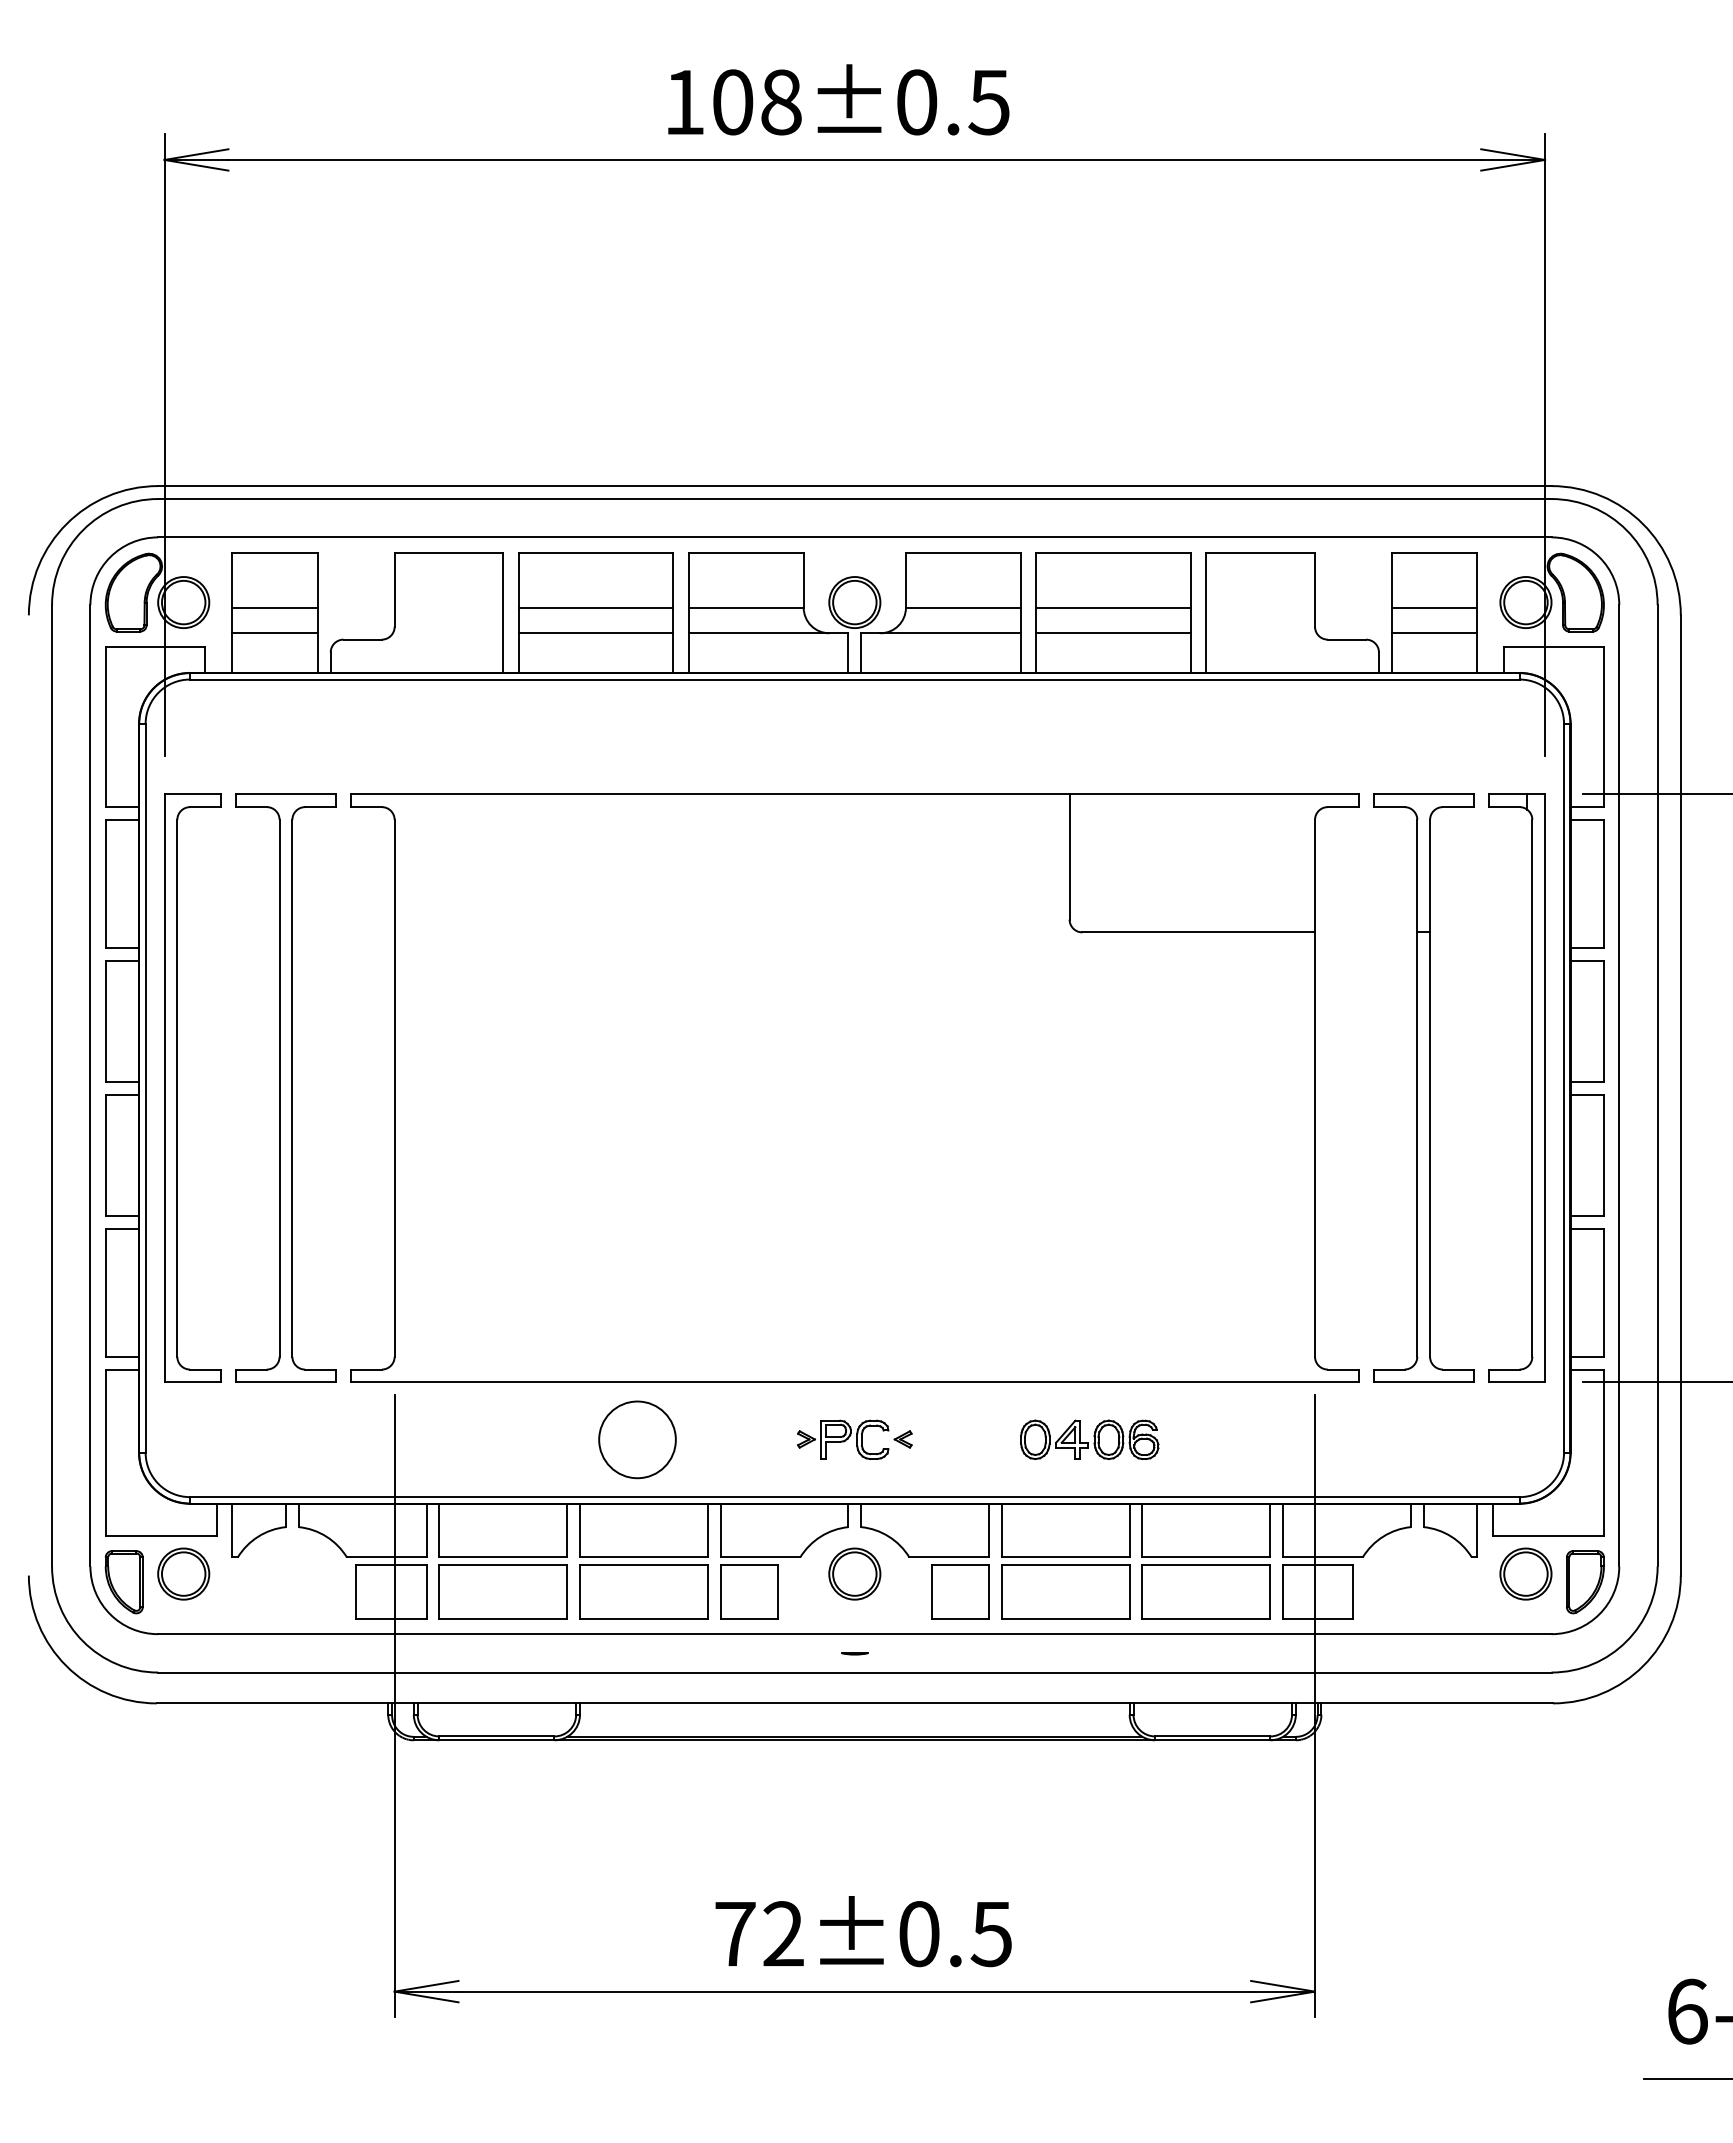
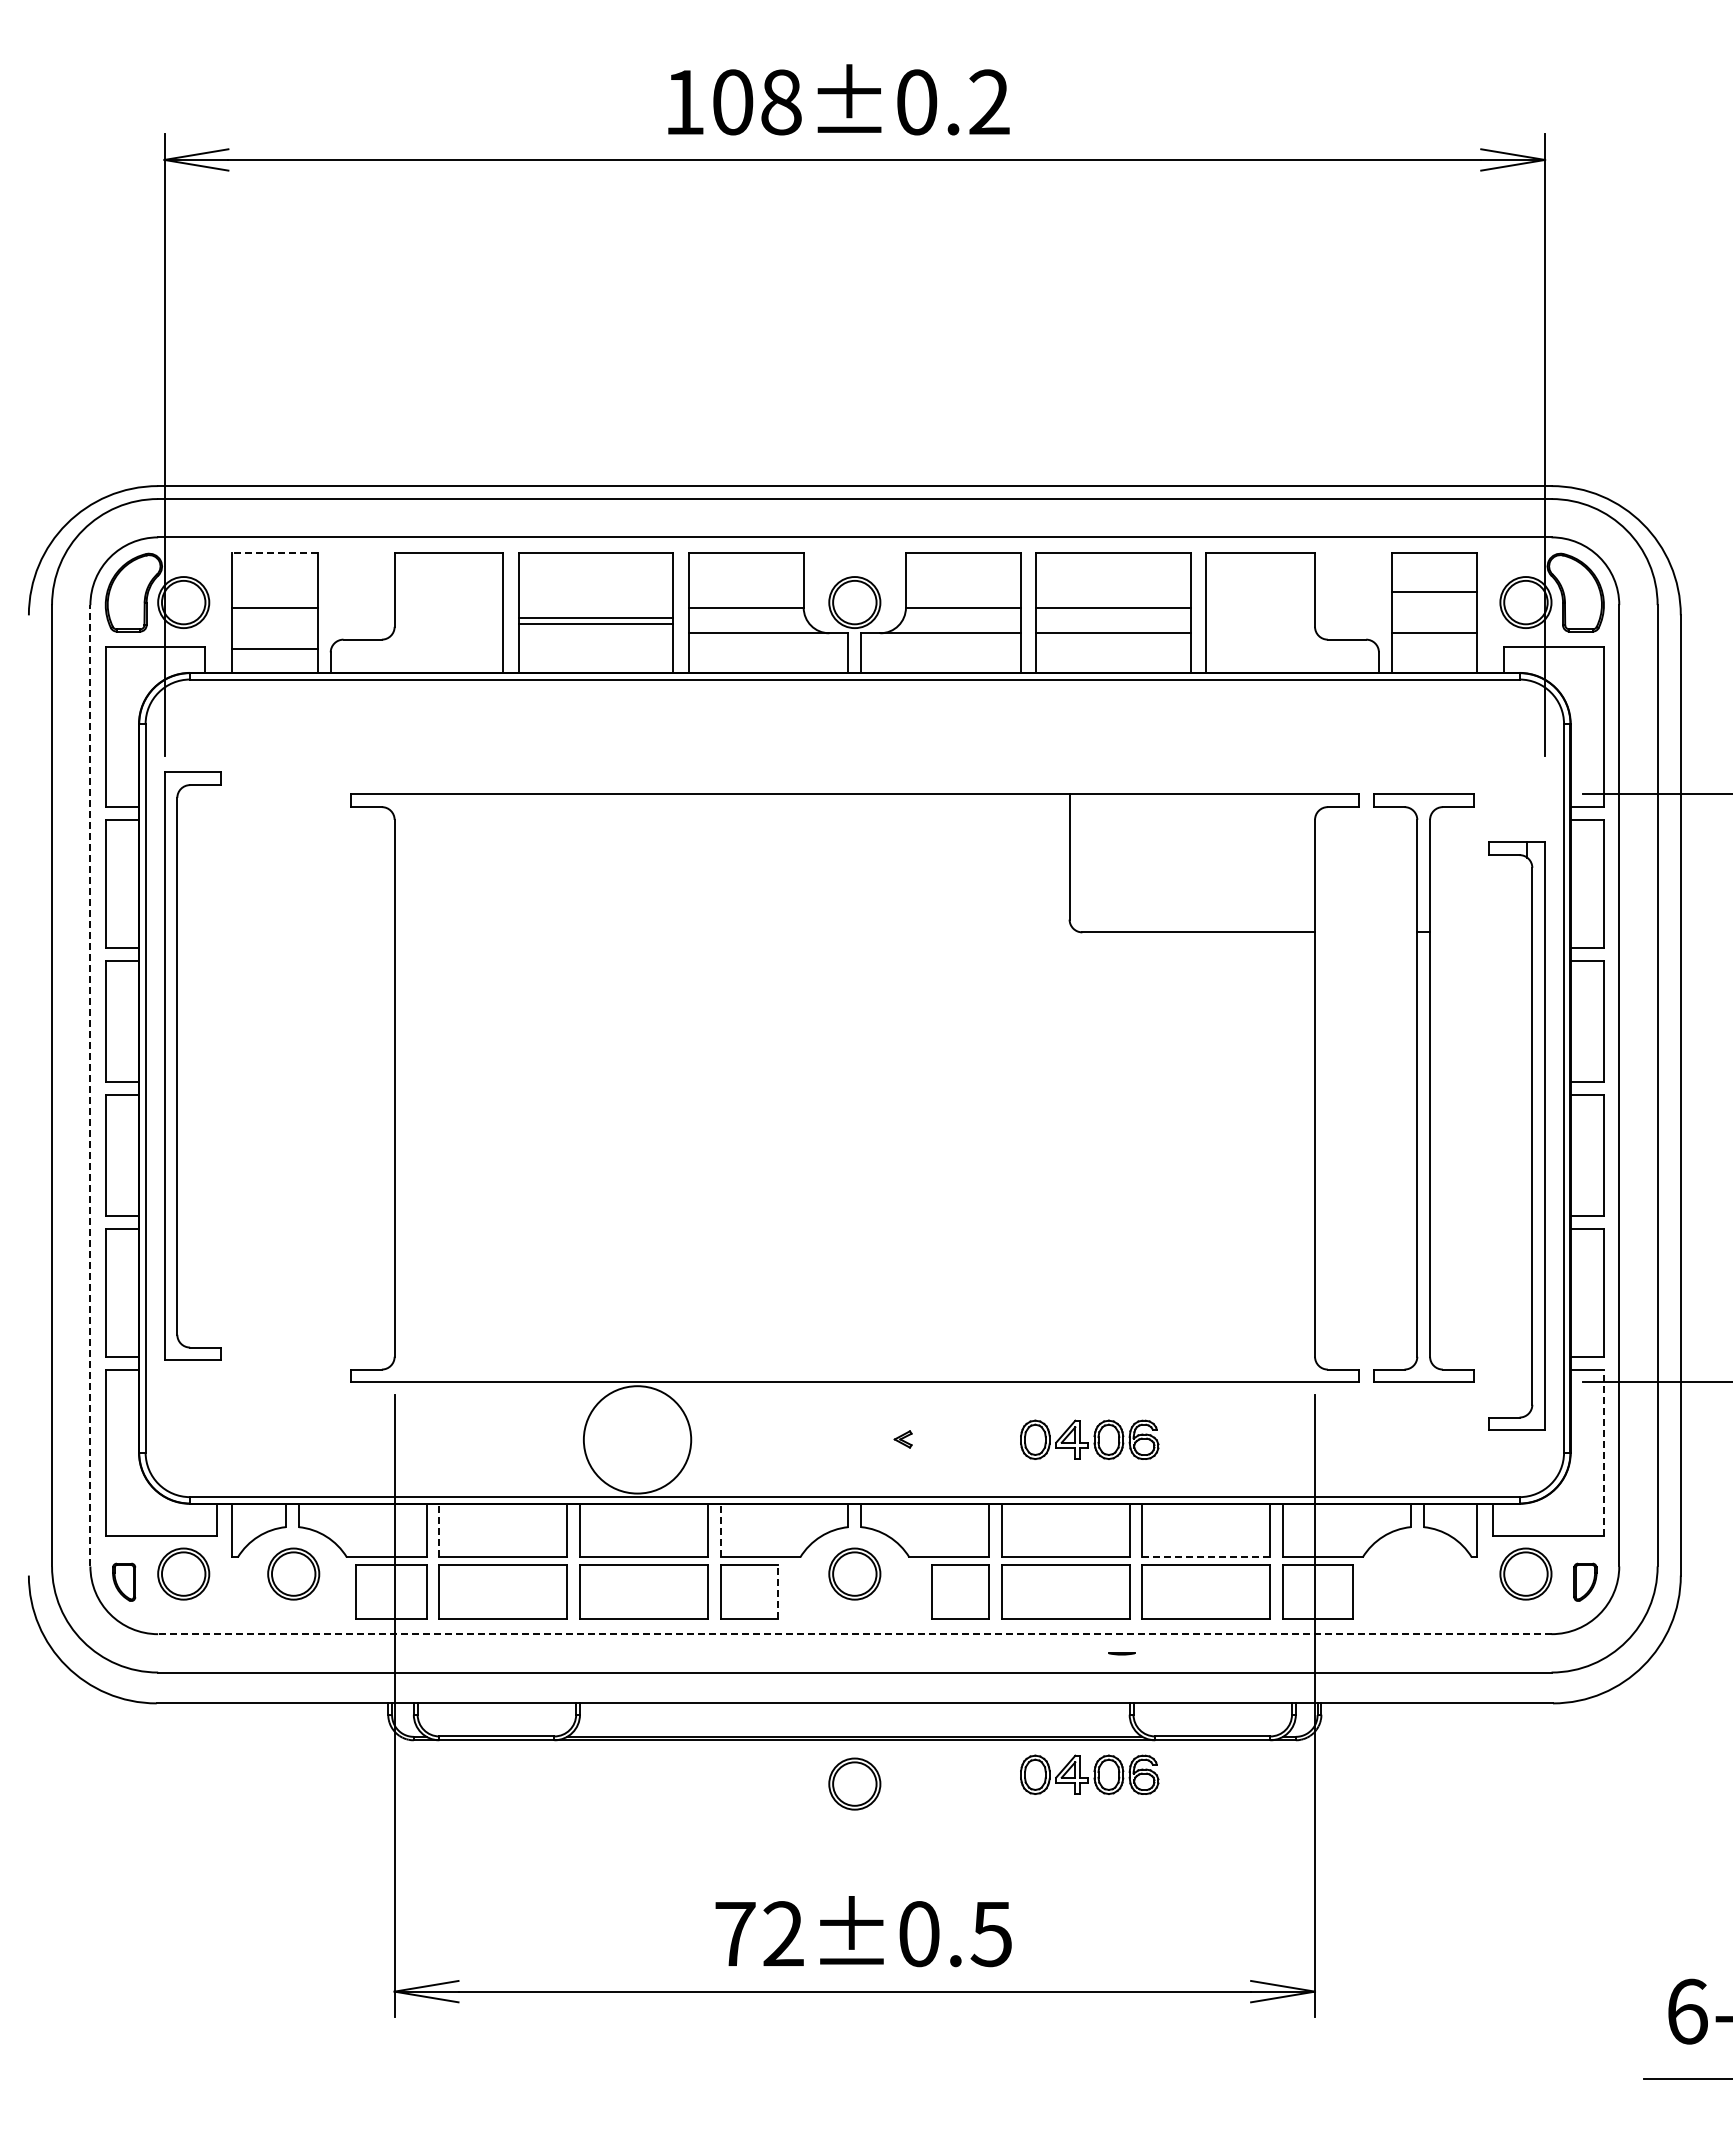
text at (988, 102): 108±0.5 -> 108±0.2
line at (275, 552): solid -> dashed
line at (595, 607) position: (595, 607) -> (595, 623)
line at (1434, 607) position: (1434, 607) -> (1434, 591)
line at (274, 633) position: (274, 633) -> (274, 649)
line at (595, 633) position: (595, 633) -> (595, 618)
line at (90, 1085): solid -> dashed
part at (177, 1087) position: (177, 1087) -> (177, 1065)
part at (285, 1087): present -> none
part at (1531, 1087) position: (1531, 1087) -> (1531, 1135)
circle at (637, 1439) diameter: 77 px -> 107 px
part at (843, 1439): present -> none
line at (1603, 1452): solid -> dashed
line at (439, 1530): solid -> dashed
line at (720, 1530): solid -> dashed
line at (1206, 1557): solid -> dashed
part at (293, 1573): none -> present
part at (123, 1582) size: 40x65 px -> 25x40 px
part at (1585, 1582) size: 39x65 px -> 25x40 px
line at (778, 1592): solid -> dashed
line at (854, 1634): solid -> dashed
line at (854, 1653) position: (854, 1653) -> (1121, 1653)
part at (1089, 1774): none -> present
part at (854, 1783): none -> present
